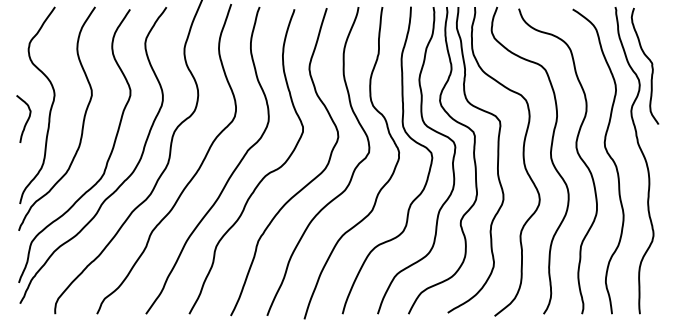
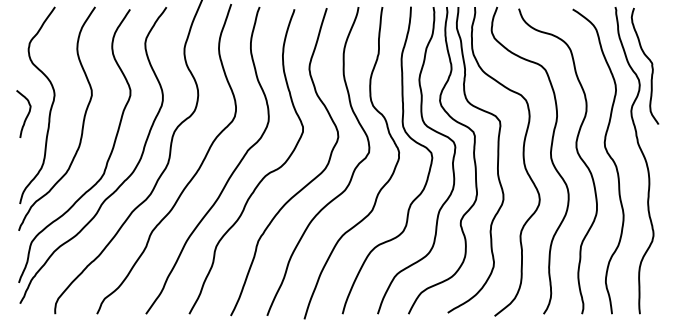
curve at (26, 120) position: (26, 120) -> (26, 115)
